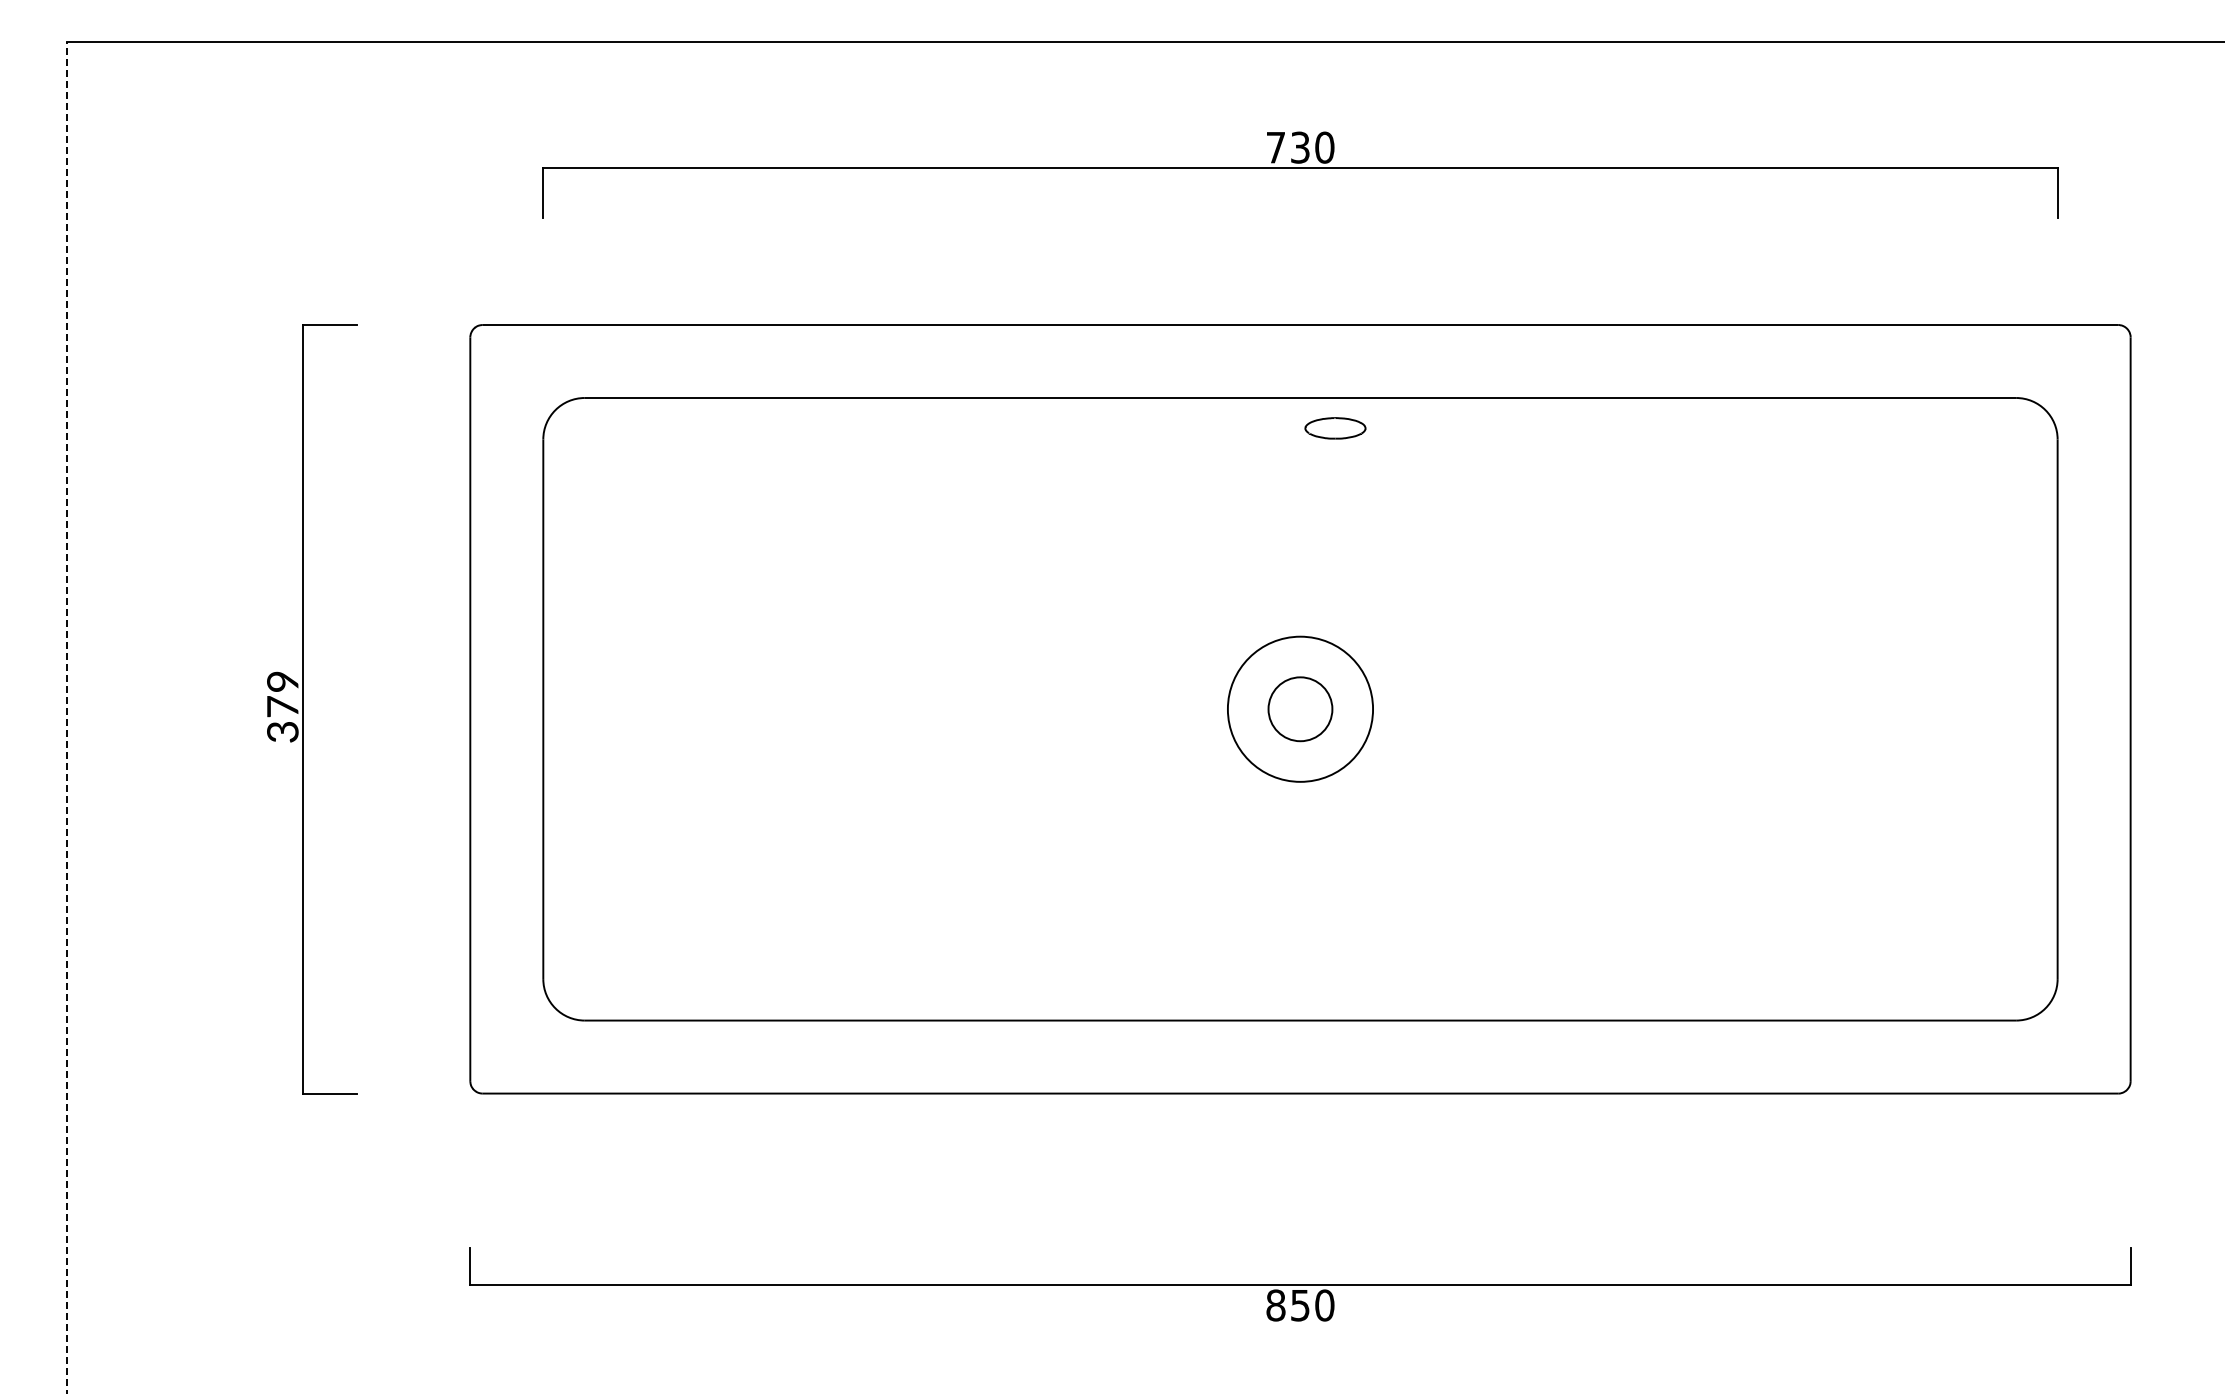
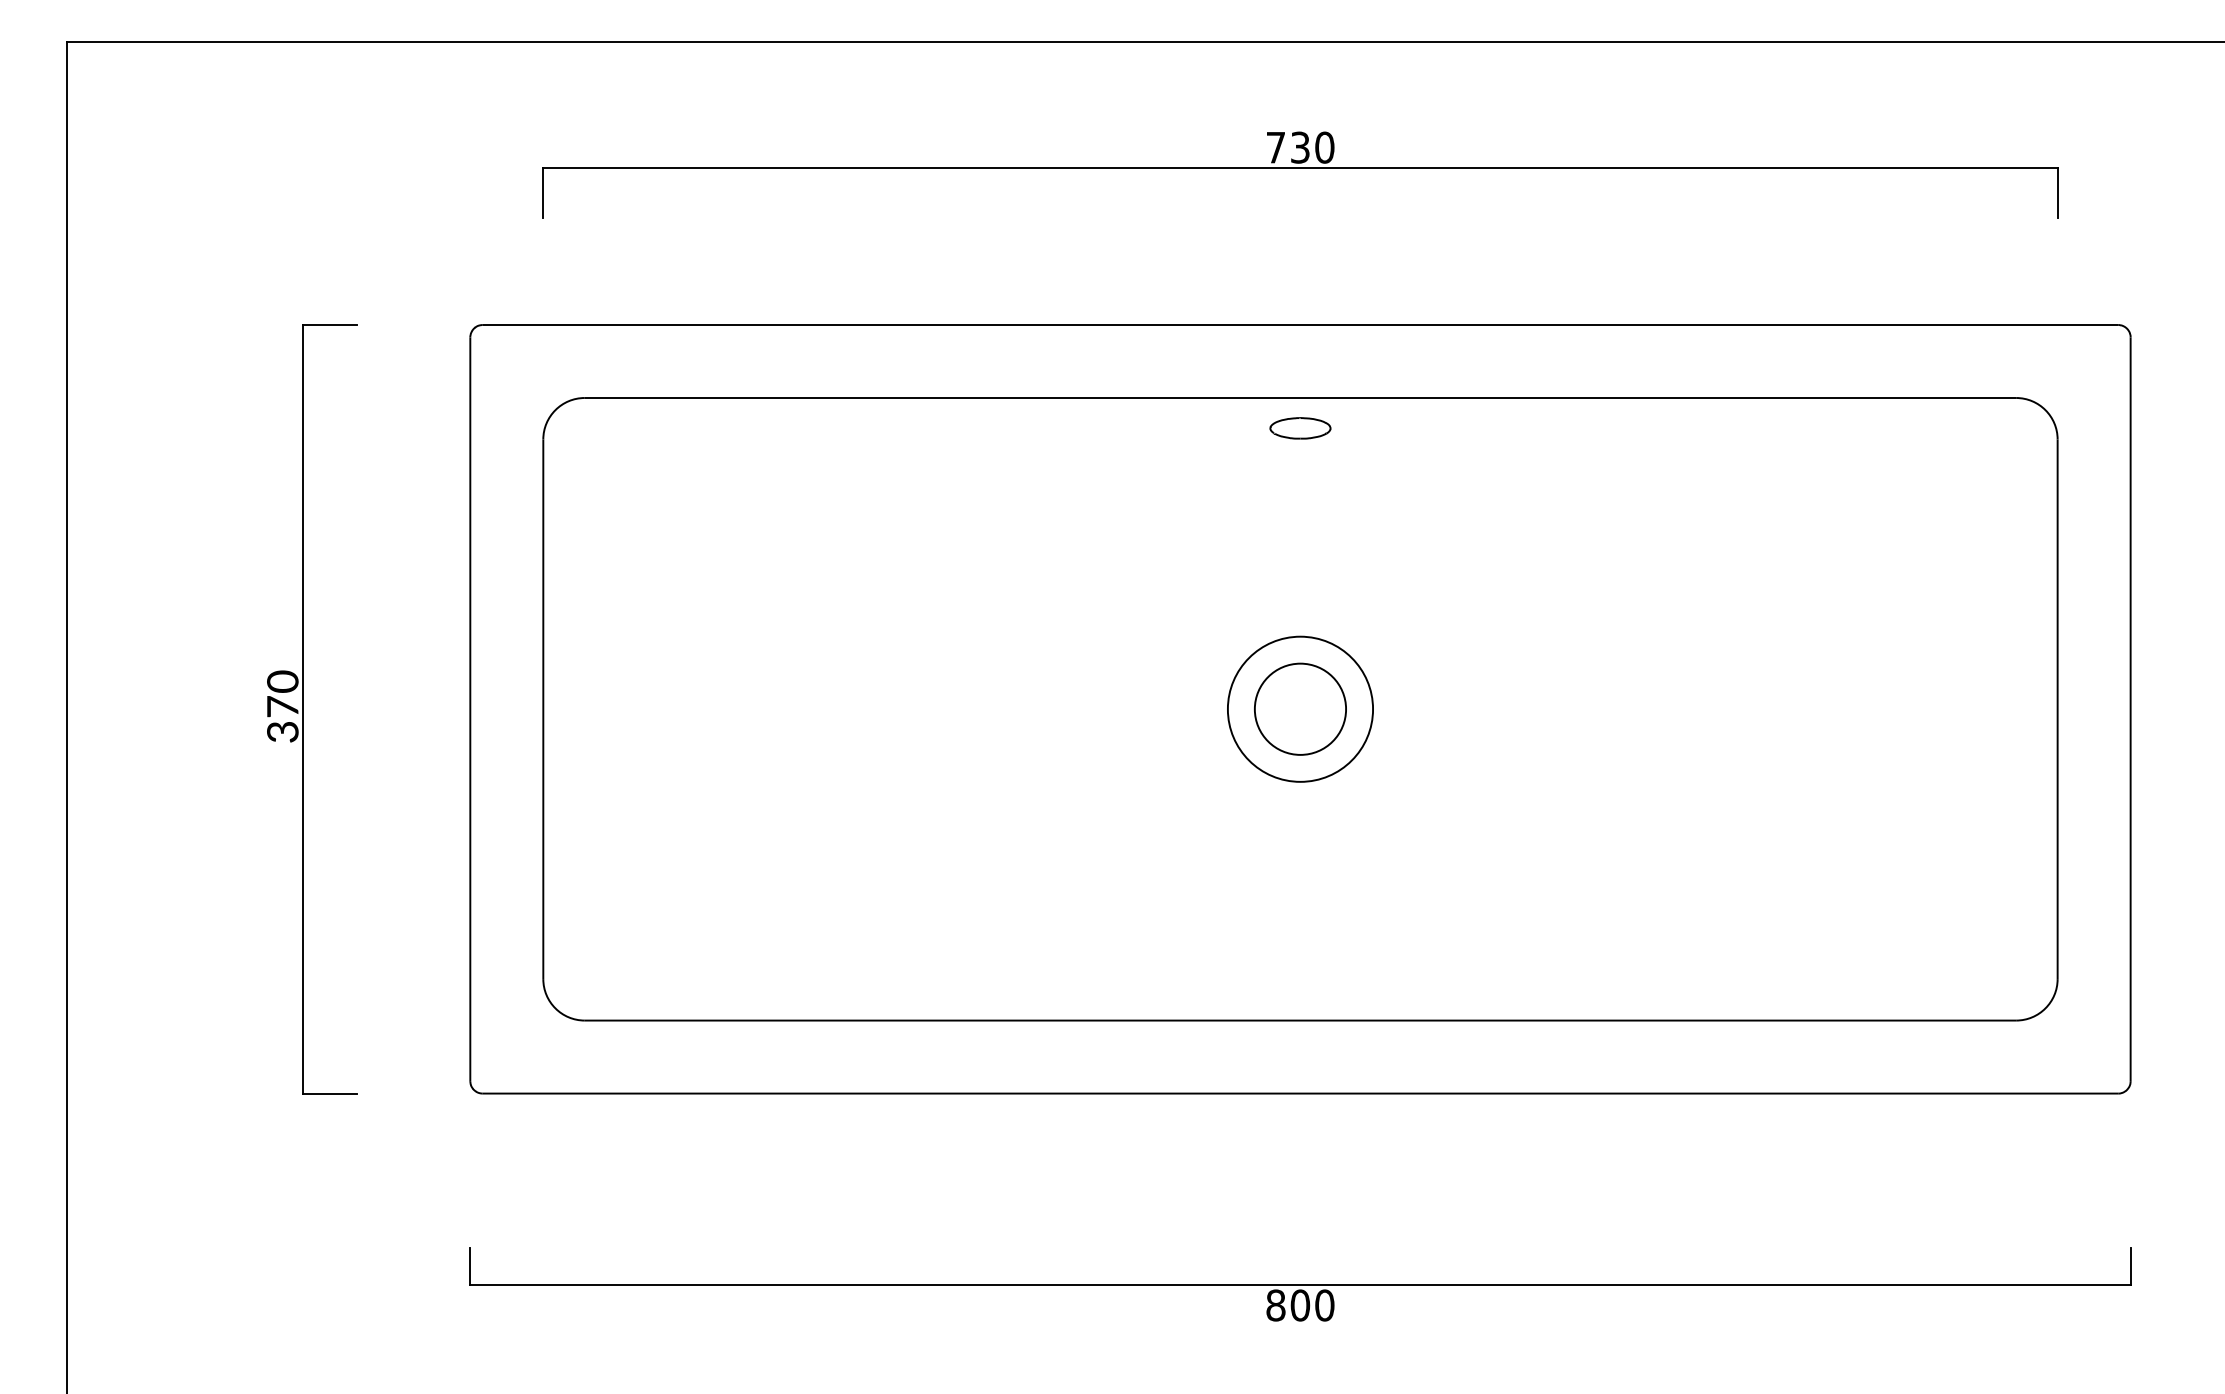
part at (1335, 428) position: (1335, 428) -> (1300, 428)
text at (283, 681): 379 -> 370
circle at (1300, 709) diameter: 64 px -> 91 px
line at (66, 717): dashed -> solid
text at (1300, 1305): 850 -> 800
